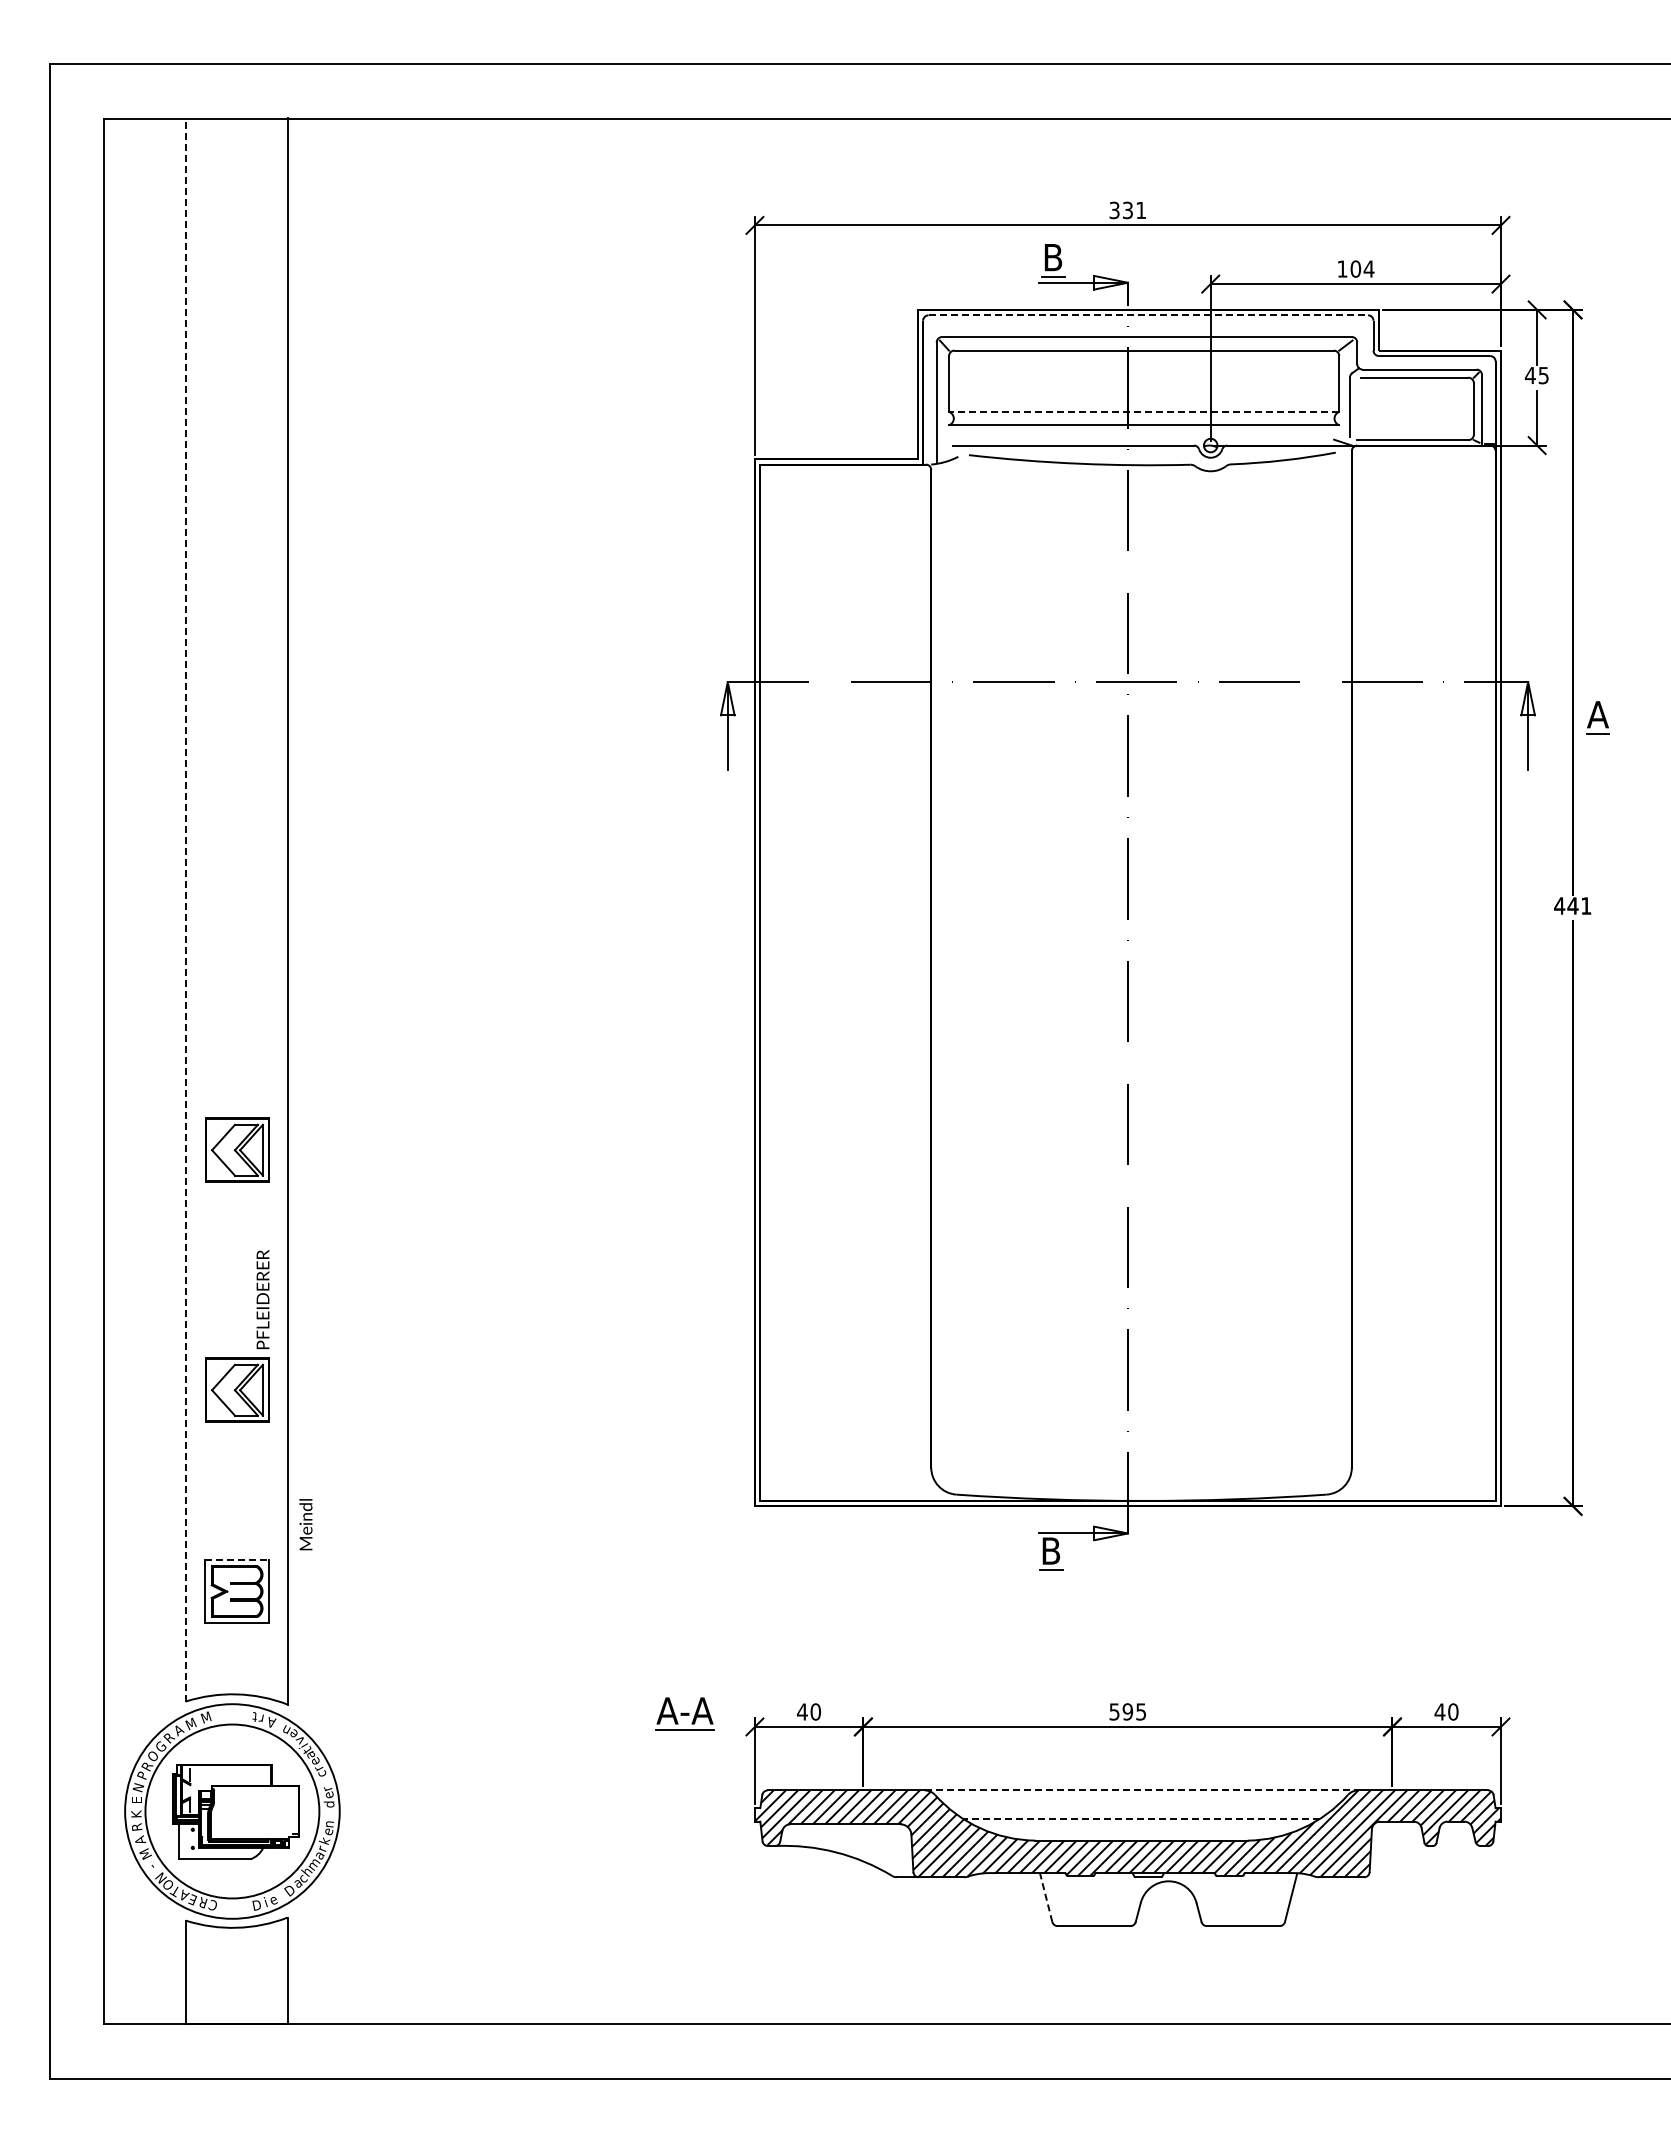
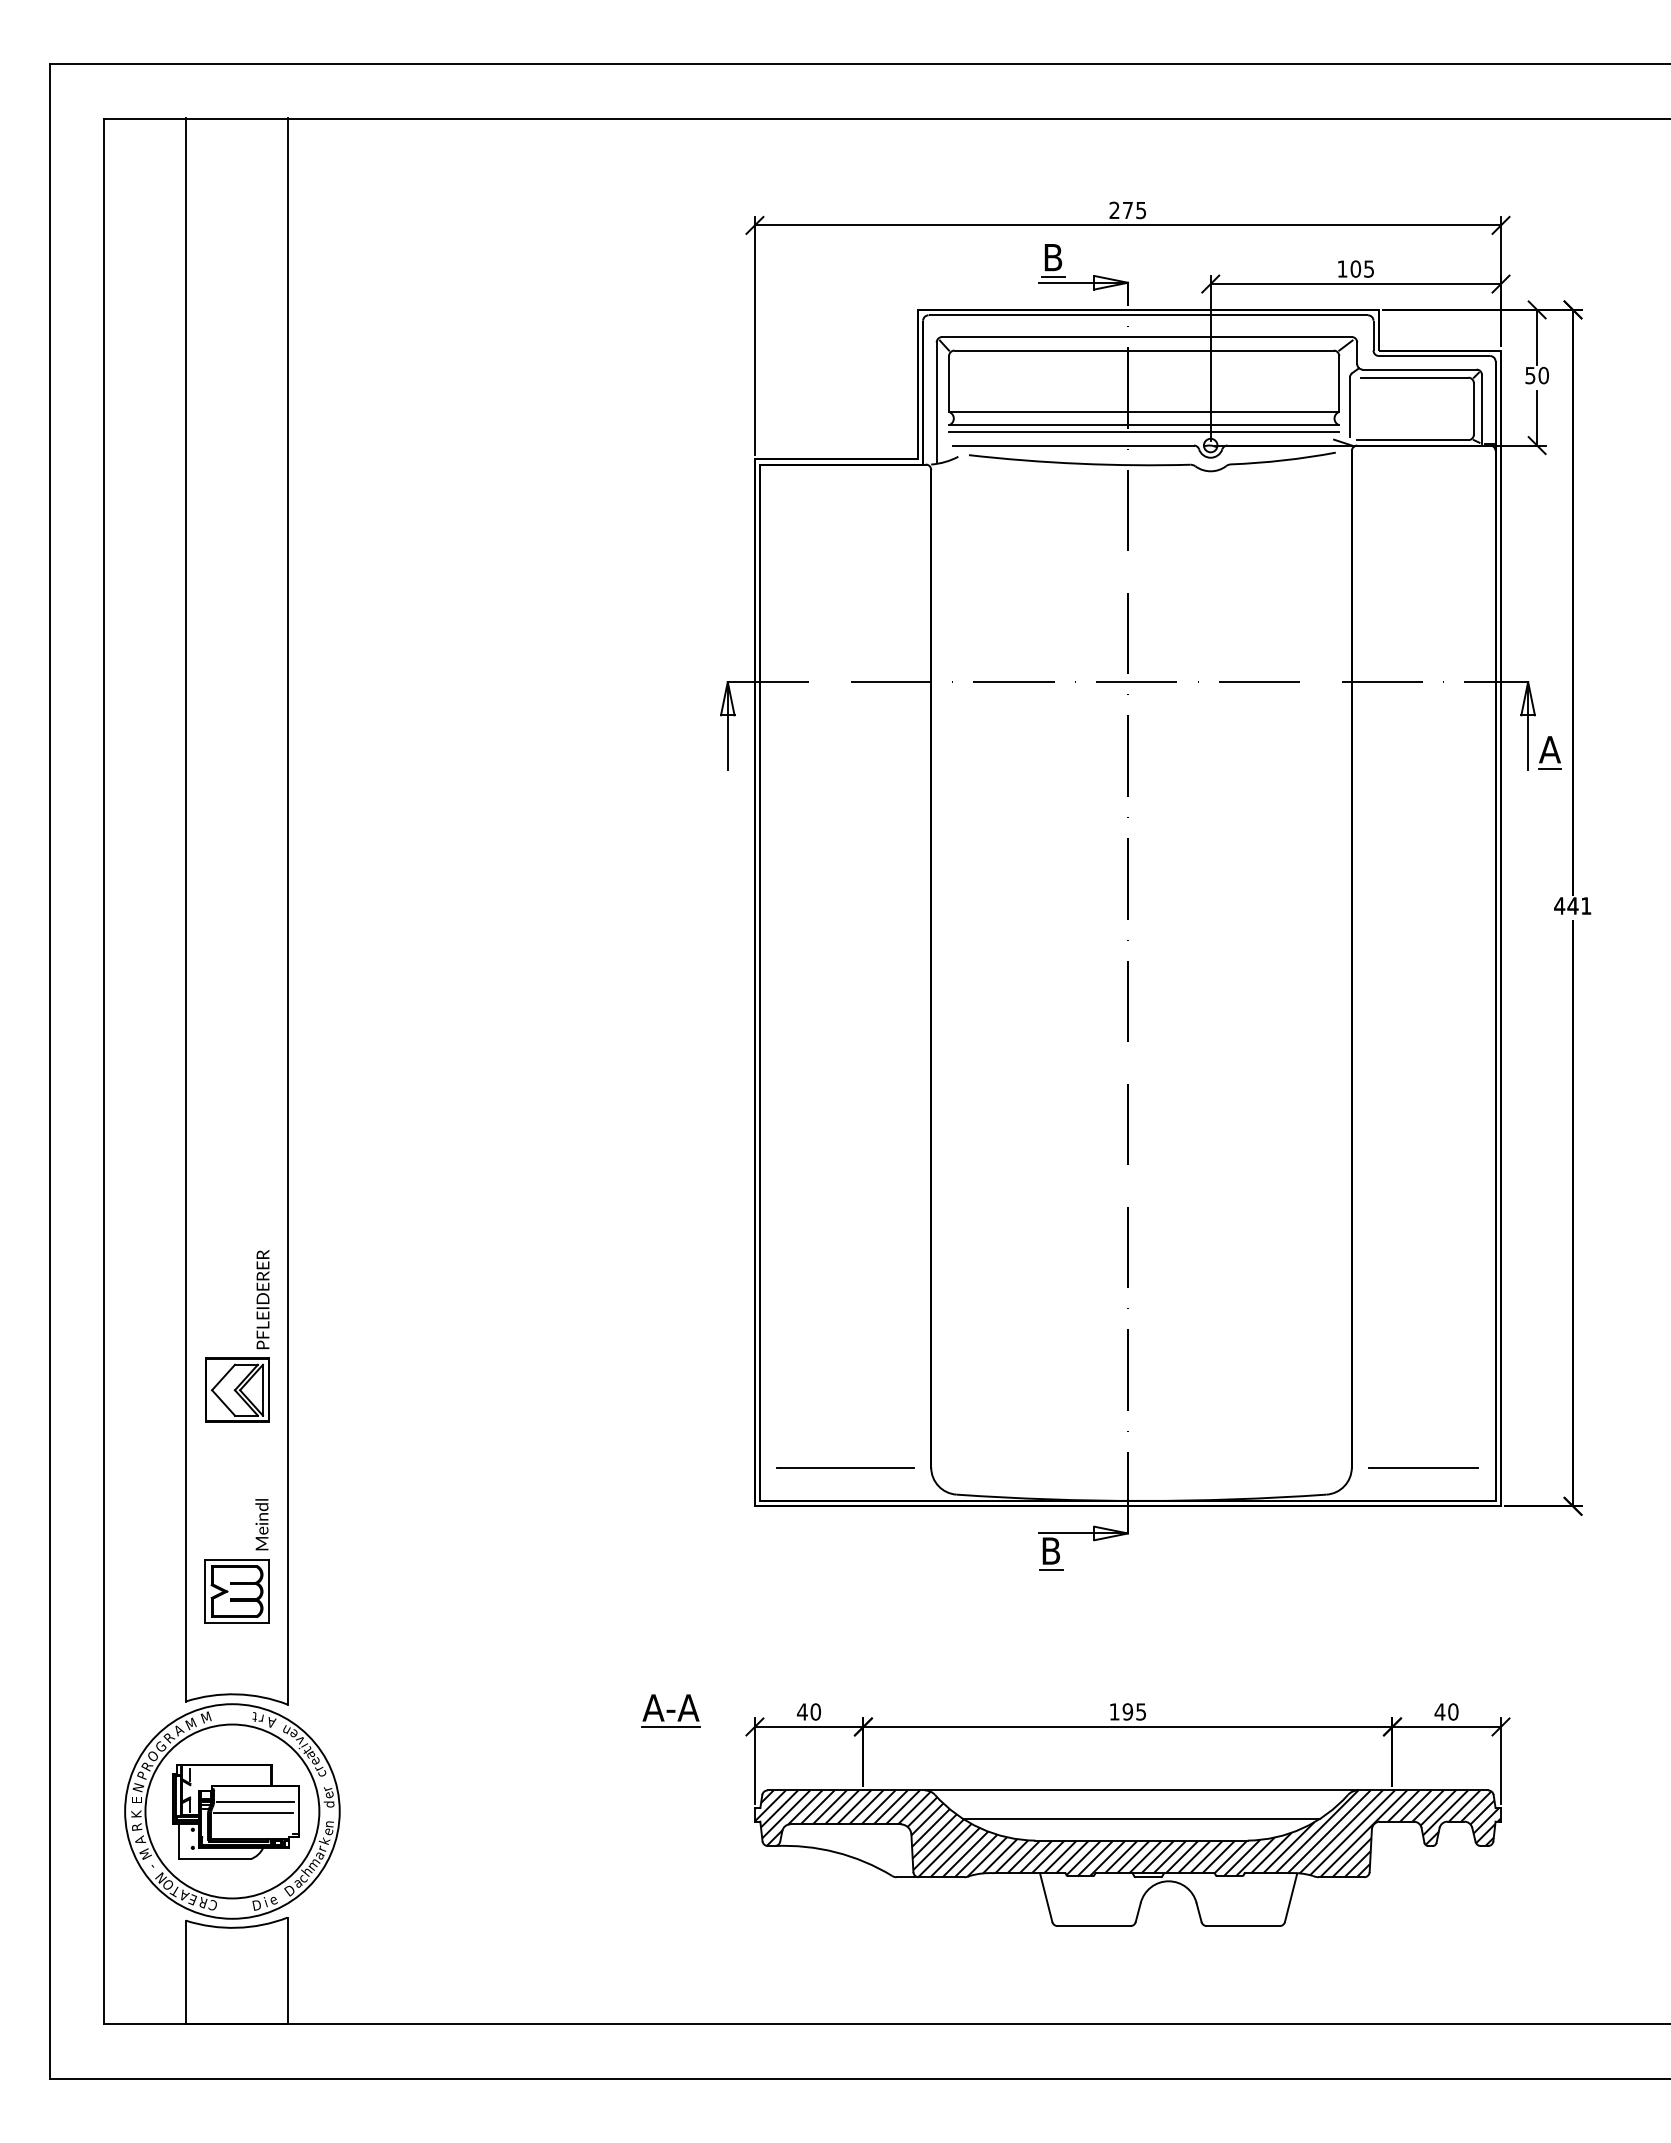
text at (1127, 210): 331 -> 275
text at (1368, 268): 104 -> 105
line at (1148, 315): dashed -> solid
text at (1536, 375): 45 -> 50
line at (1143, 411): dashed -> solid
line at (1144, 432): none -> present
part at (1597, 717) position: (1597, 717) -> (1549, 752)
line at (185, 910): dashed -> solid
part at (237, 1149): present -> none
line at (845, 1467): none -> present
line at (1423, 1467): none -> present
text at (305, 1524) position: (305, 1524) -> (261, 1524)
line at (237, 1559): dashed -> solid
text at (1114, 1711): 595 -> 195
part at (684, 1713) position: (684, 1713) -> (670, 1710)
line at (1141, 1790): dashed -> solid
line at (255, 1802): none -> present
line at (253, 1812): none -> present
line at (1141, 1818): dashed -> solid
line at (1046, 1897): dashed -> solid
